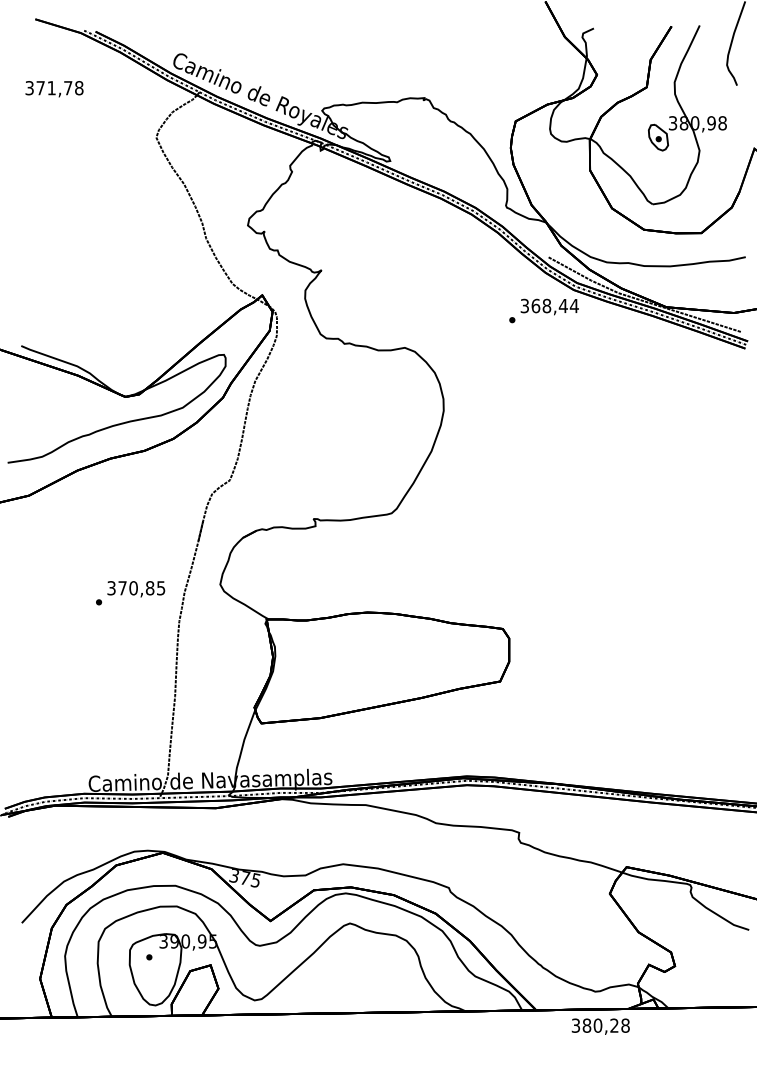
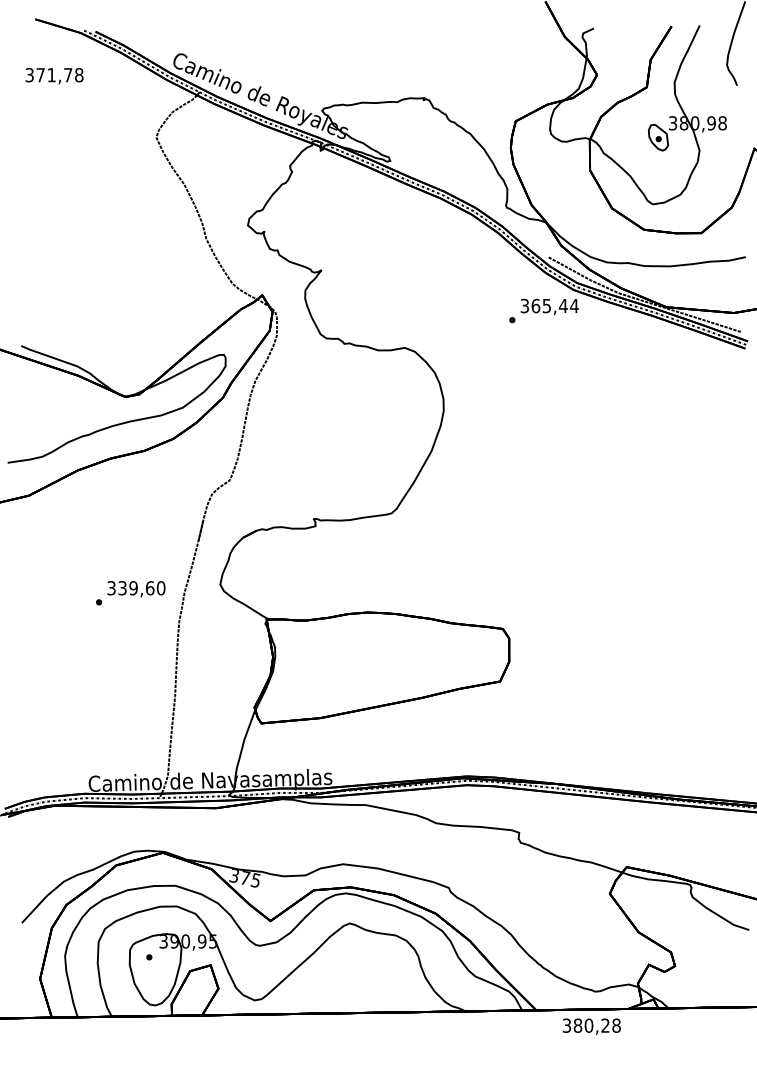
text at (54, 89) position: (54, 89) -> (54, 76)
text at (546, 305): 368,44 -> 365,44
text at (141, 588): 370,85 -> 339,60
text at (600, 1026) position: (600, 1026) -> (591, 1026)
